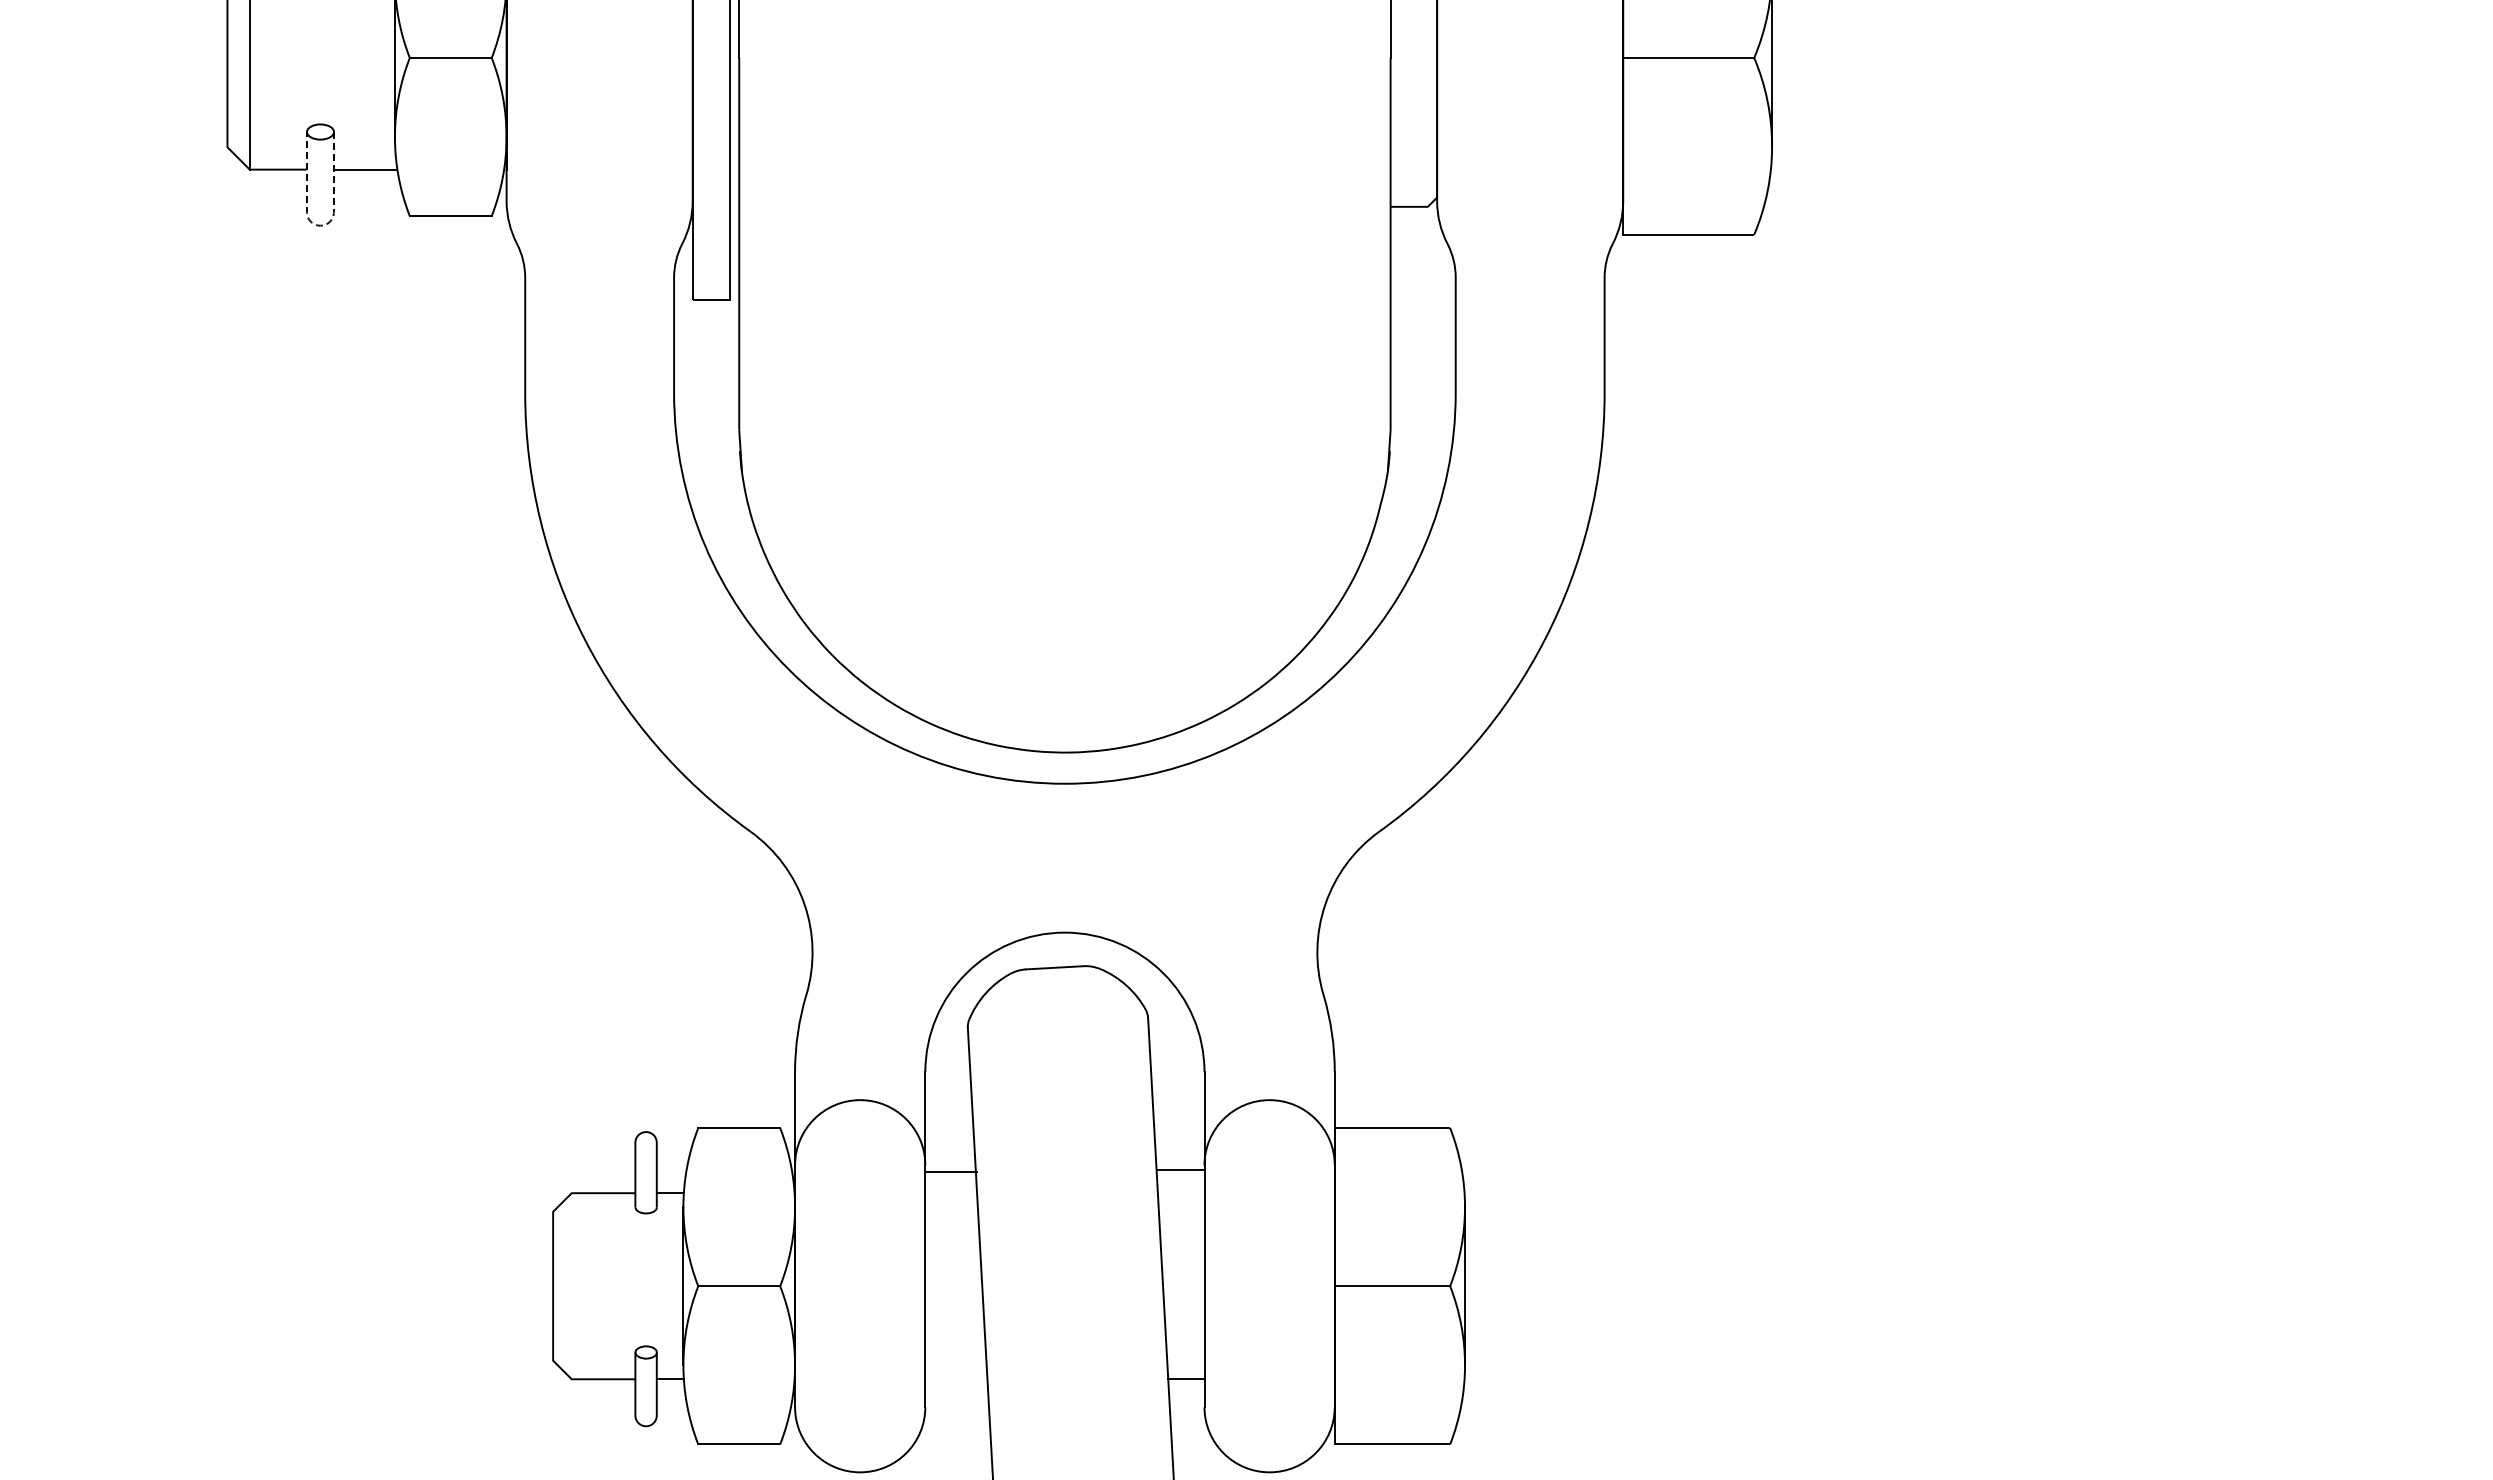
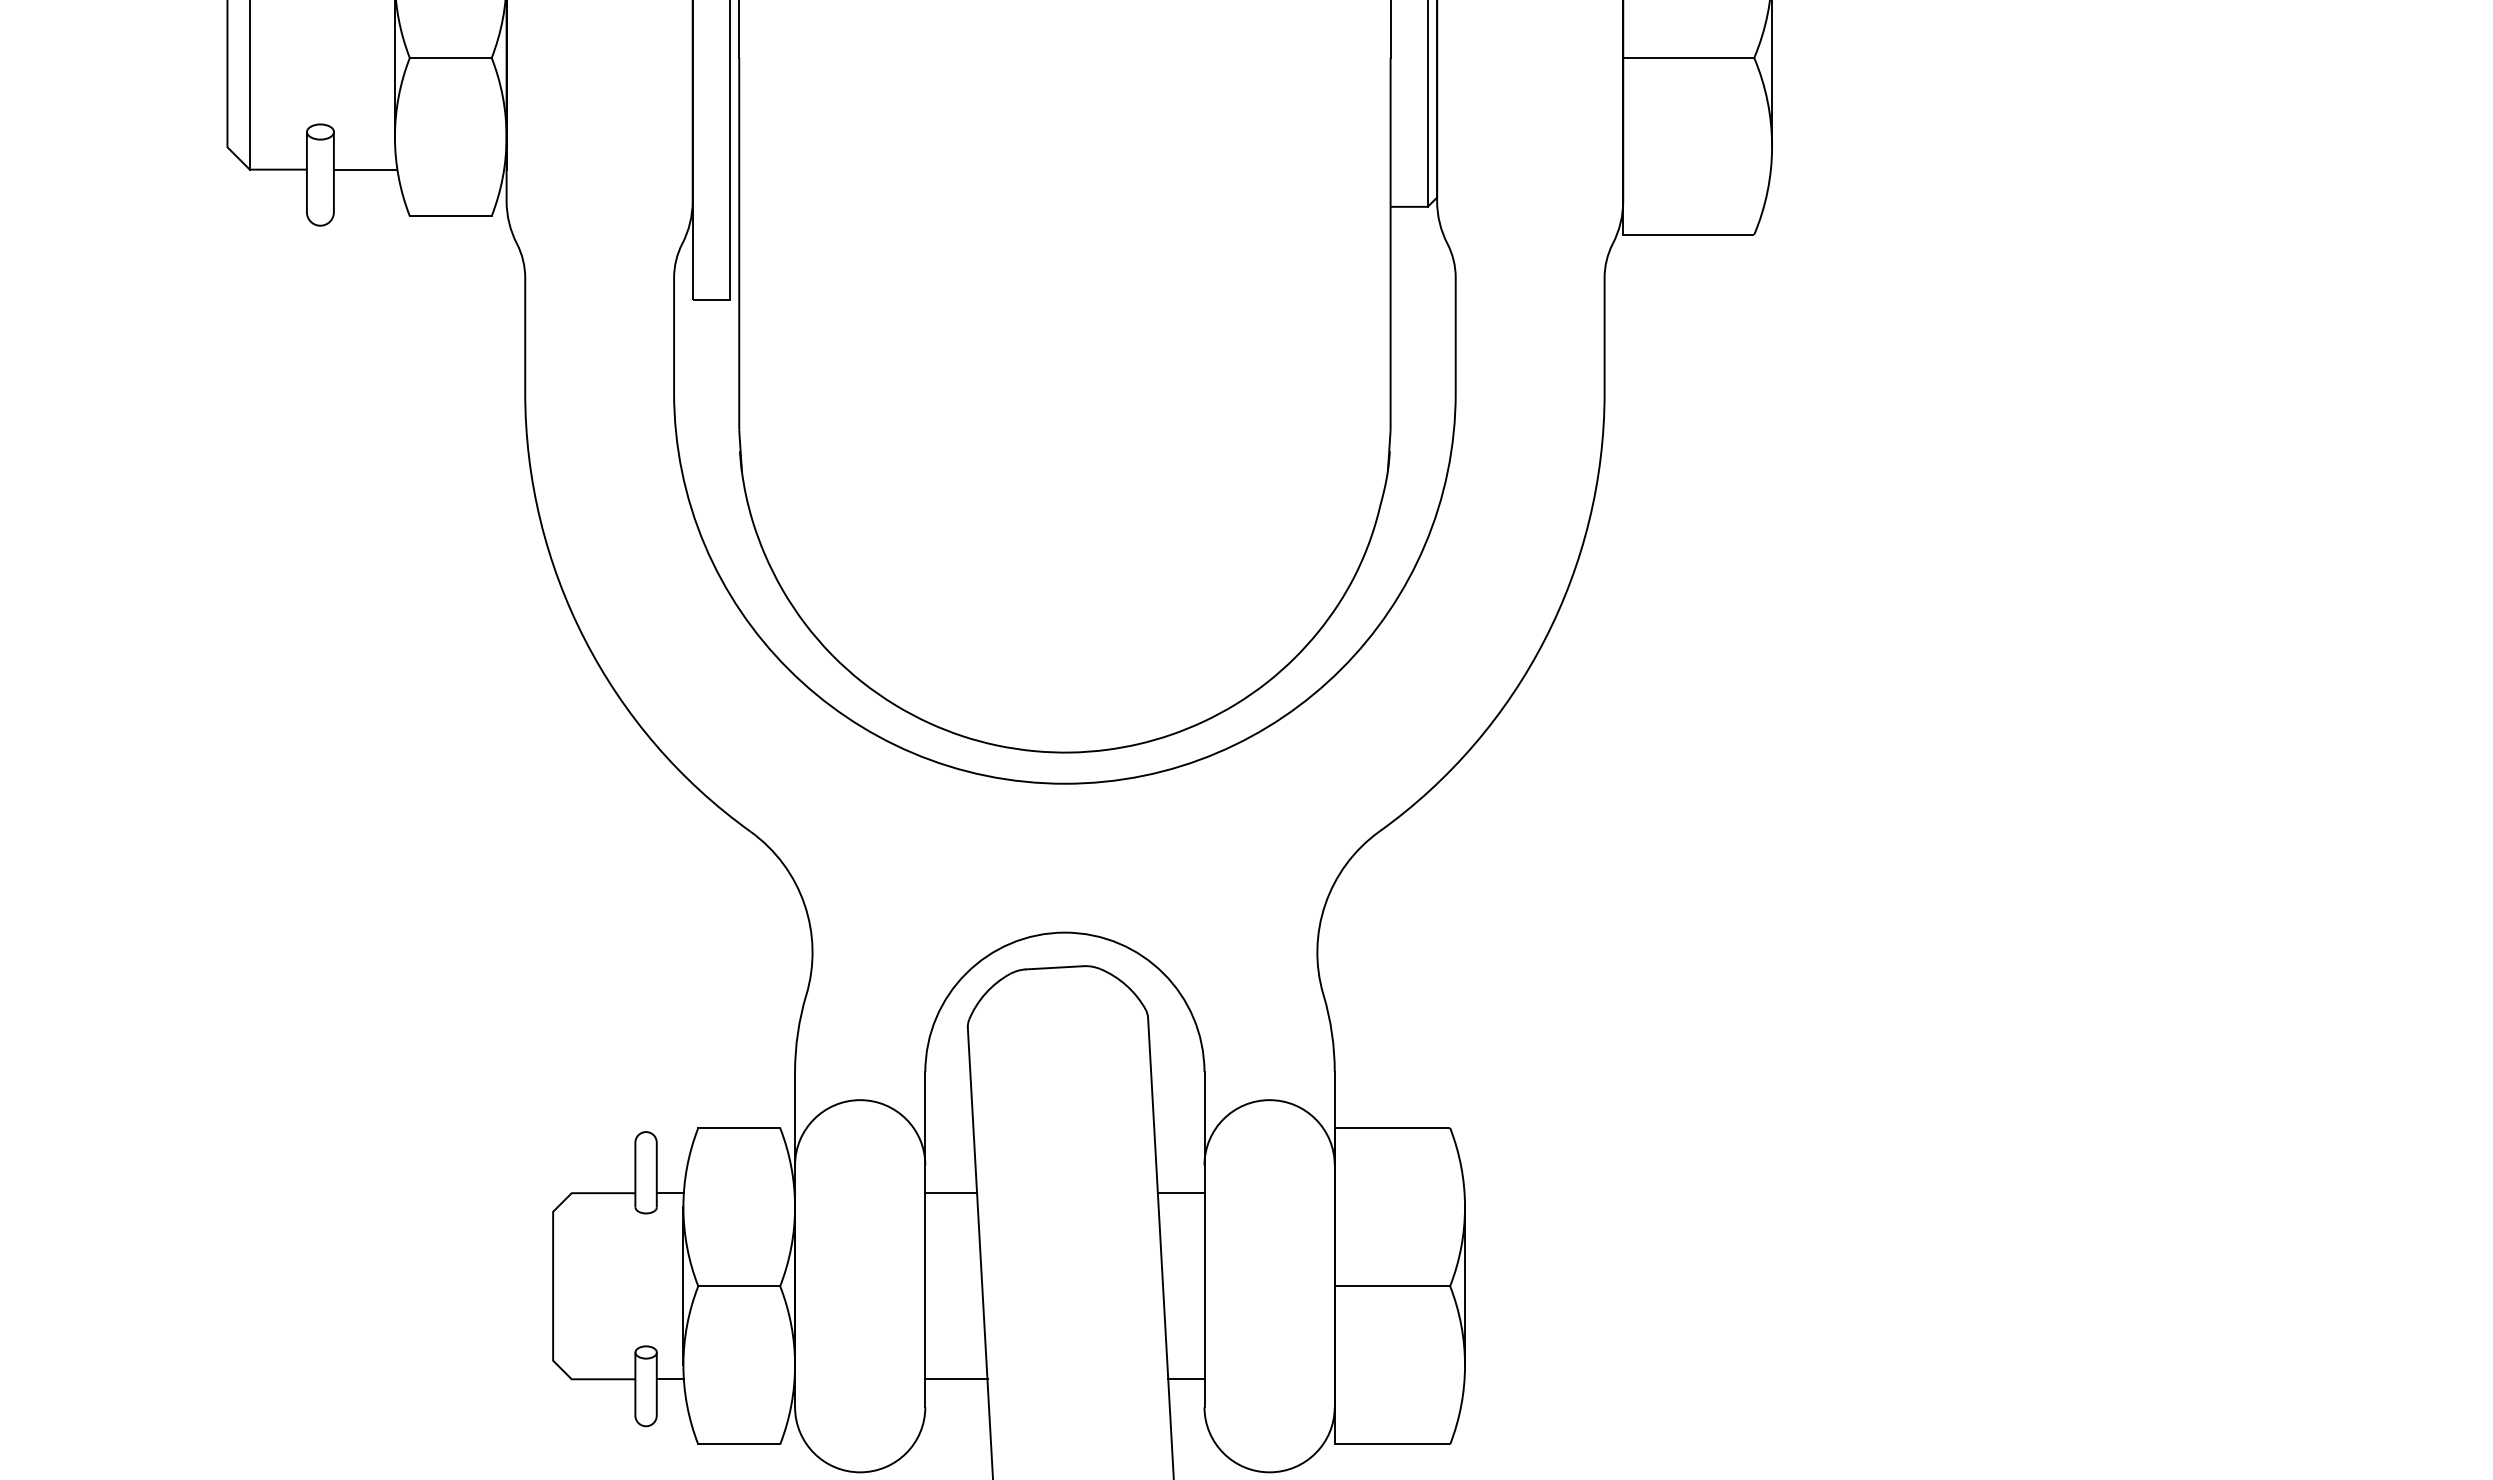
line at (1427, 104): none -> present
line at (320, 225): dashed -> solid
line at (1180, 1170) position: (1180, 1170) -> (1180, 1193)
line at (951, 1172) position: (951, 1172) -> (951, 1193)
line at (956, 1379): none -> present
